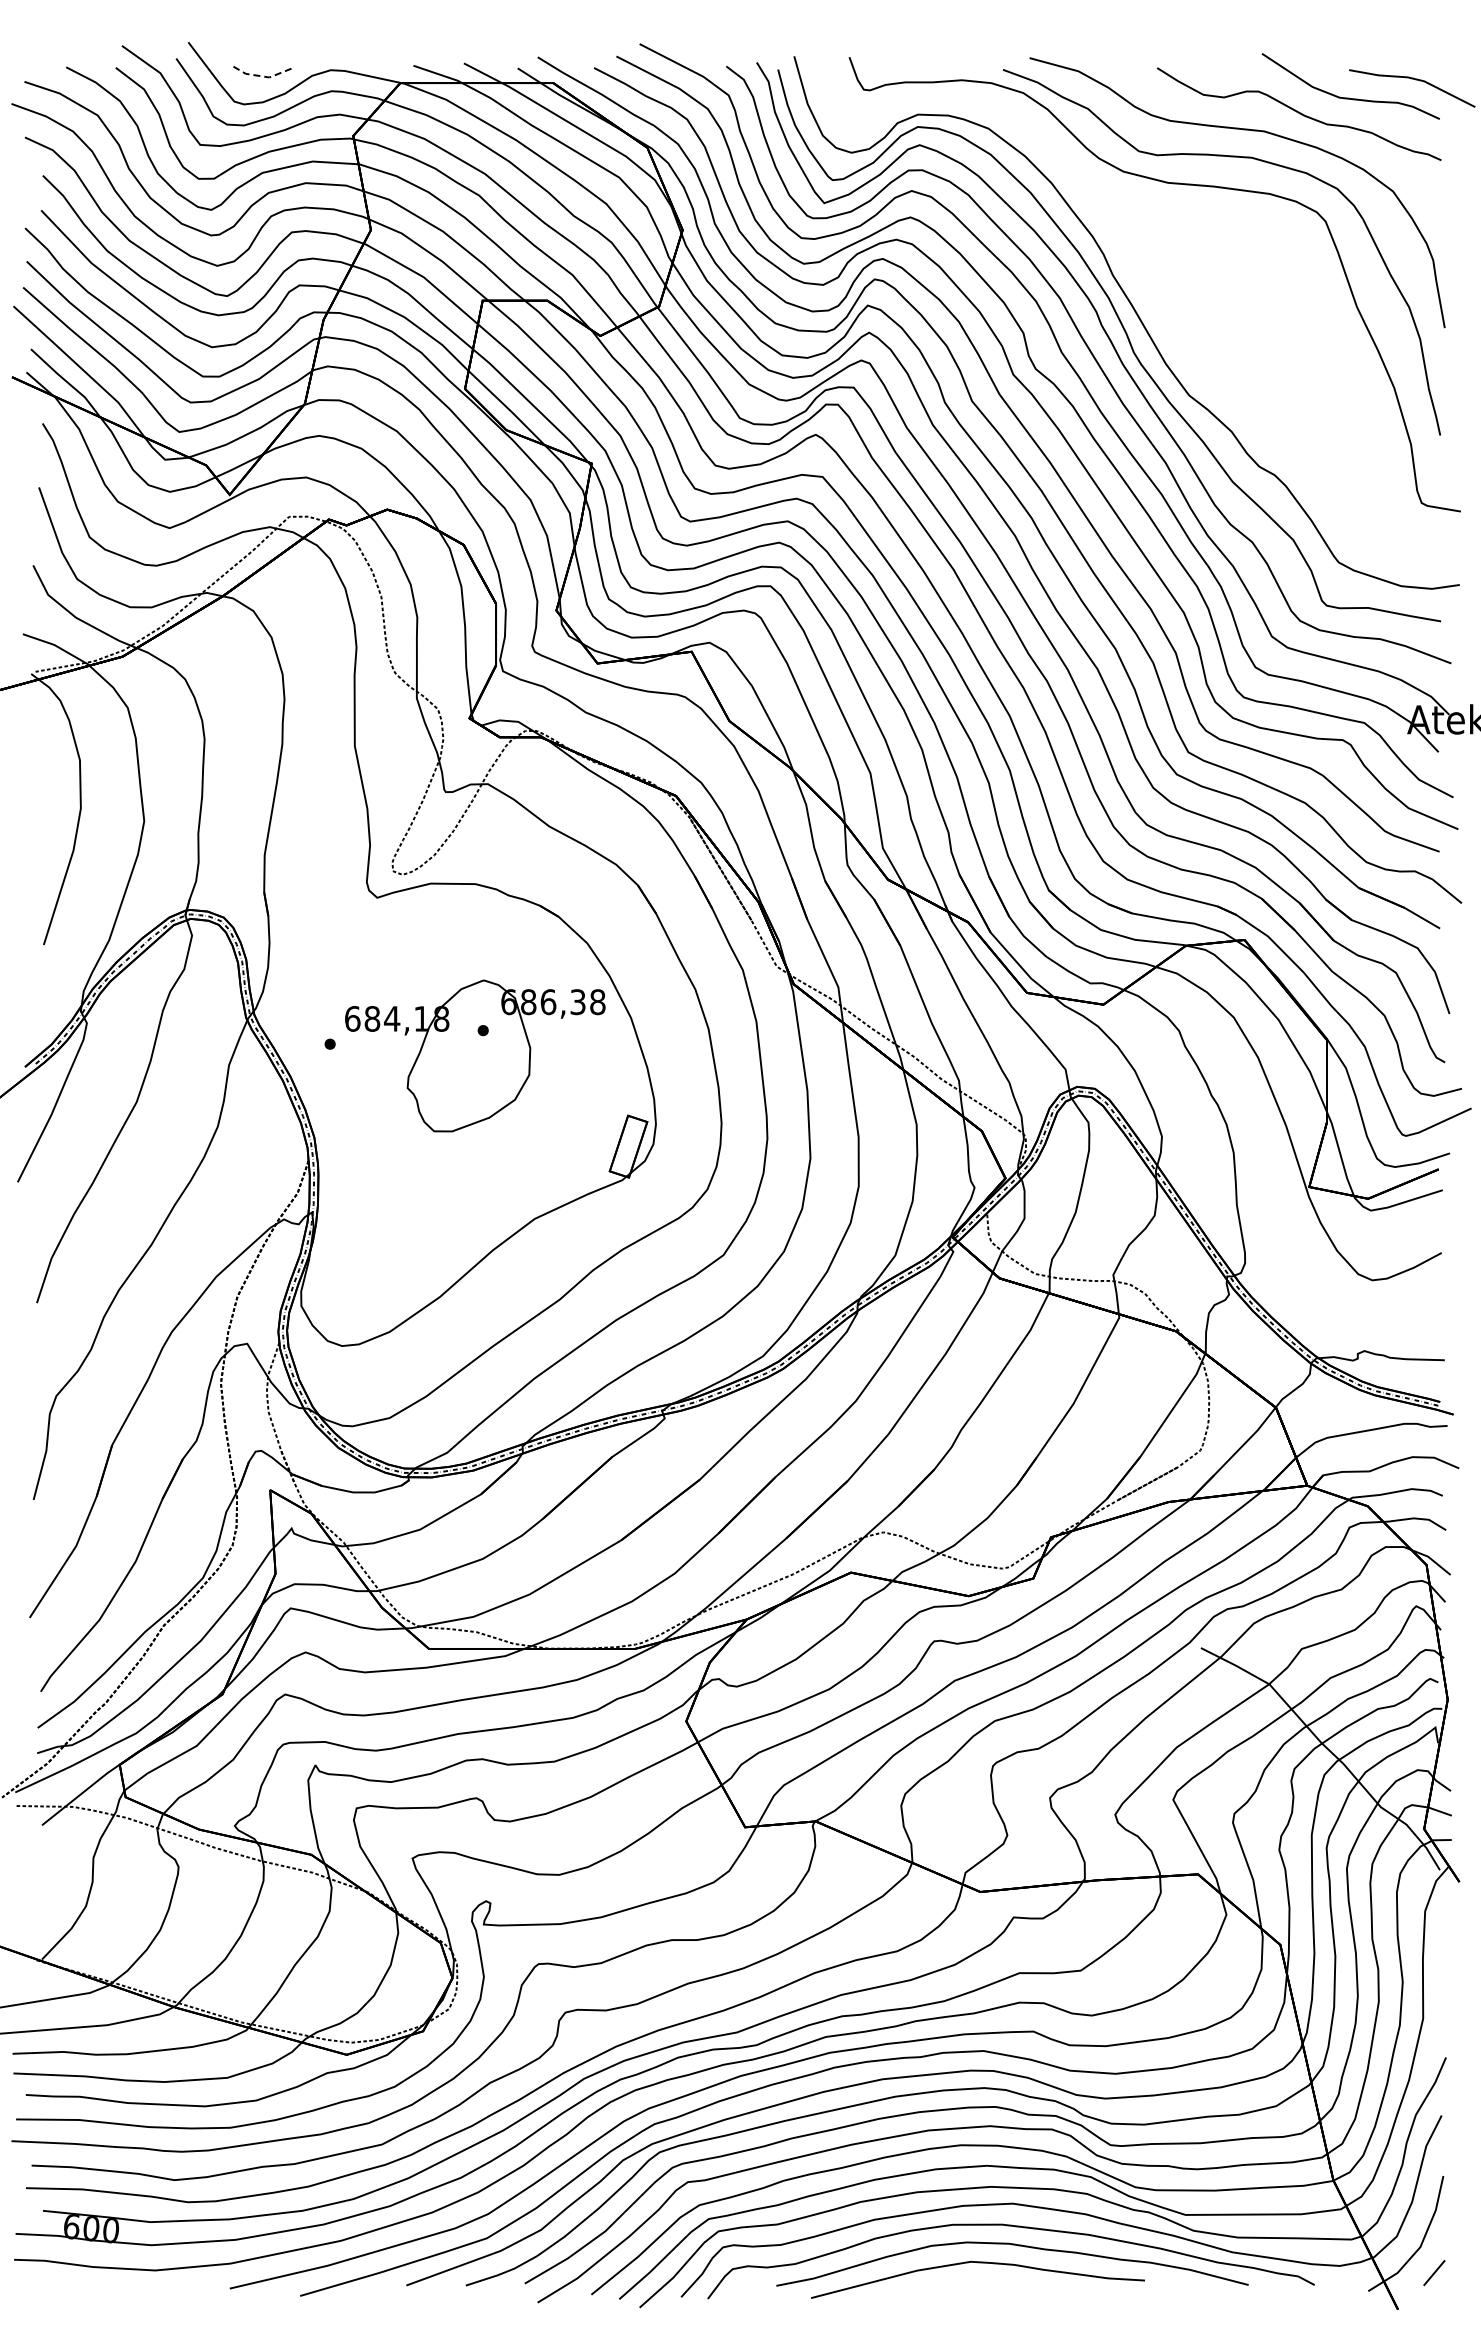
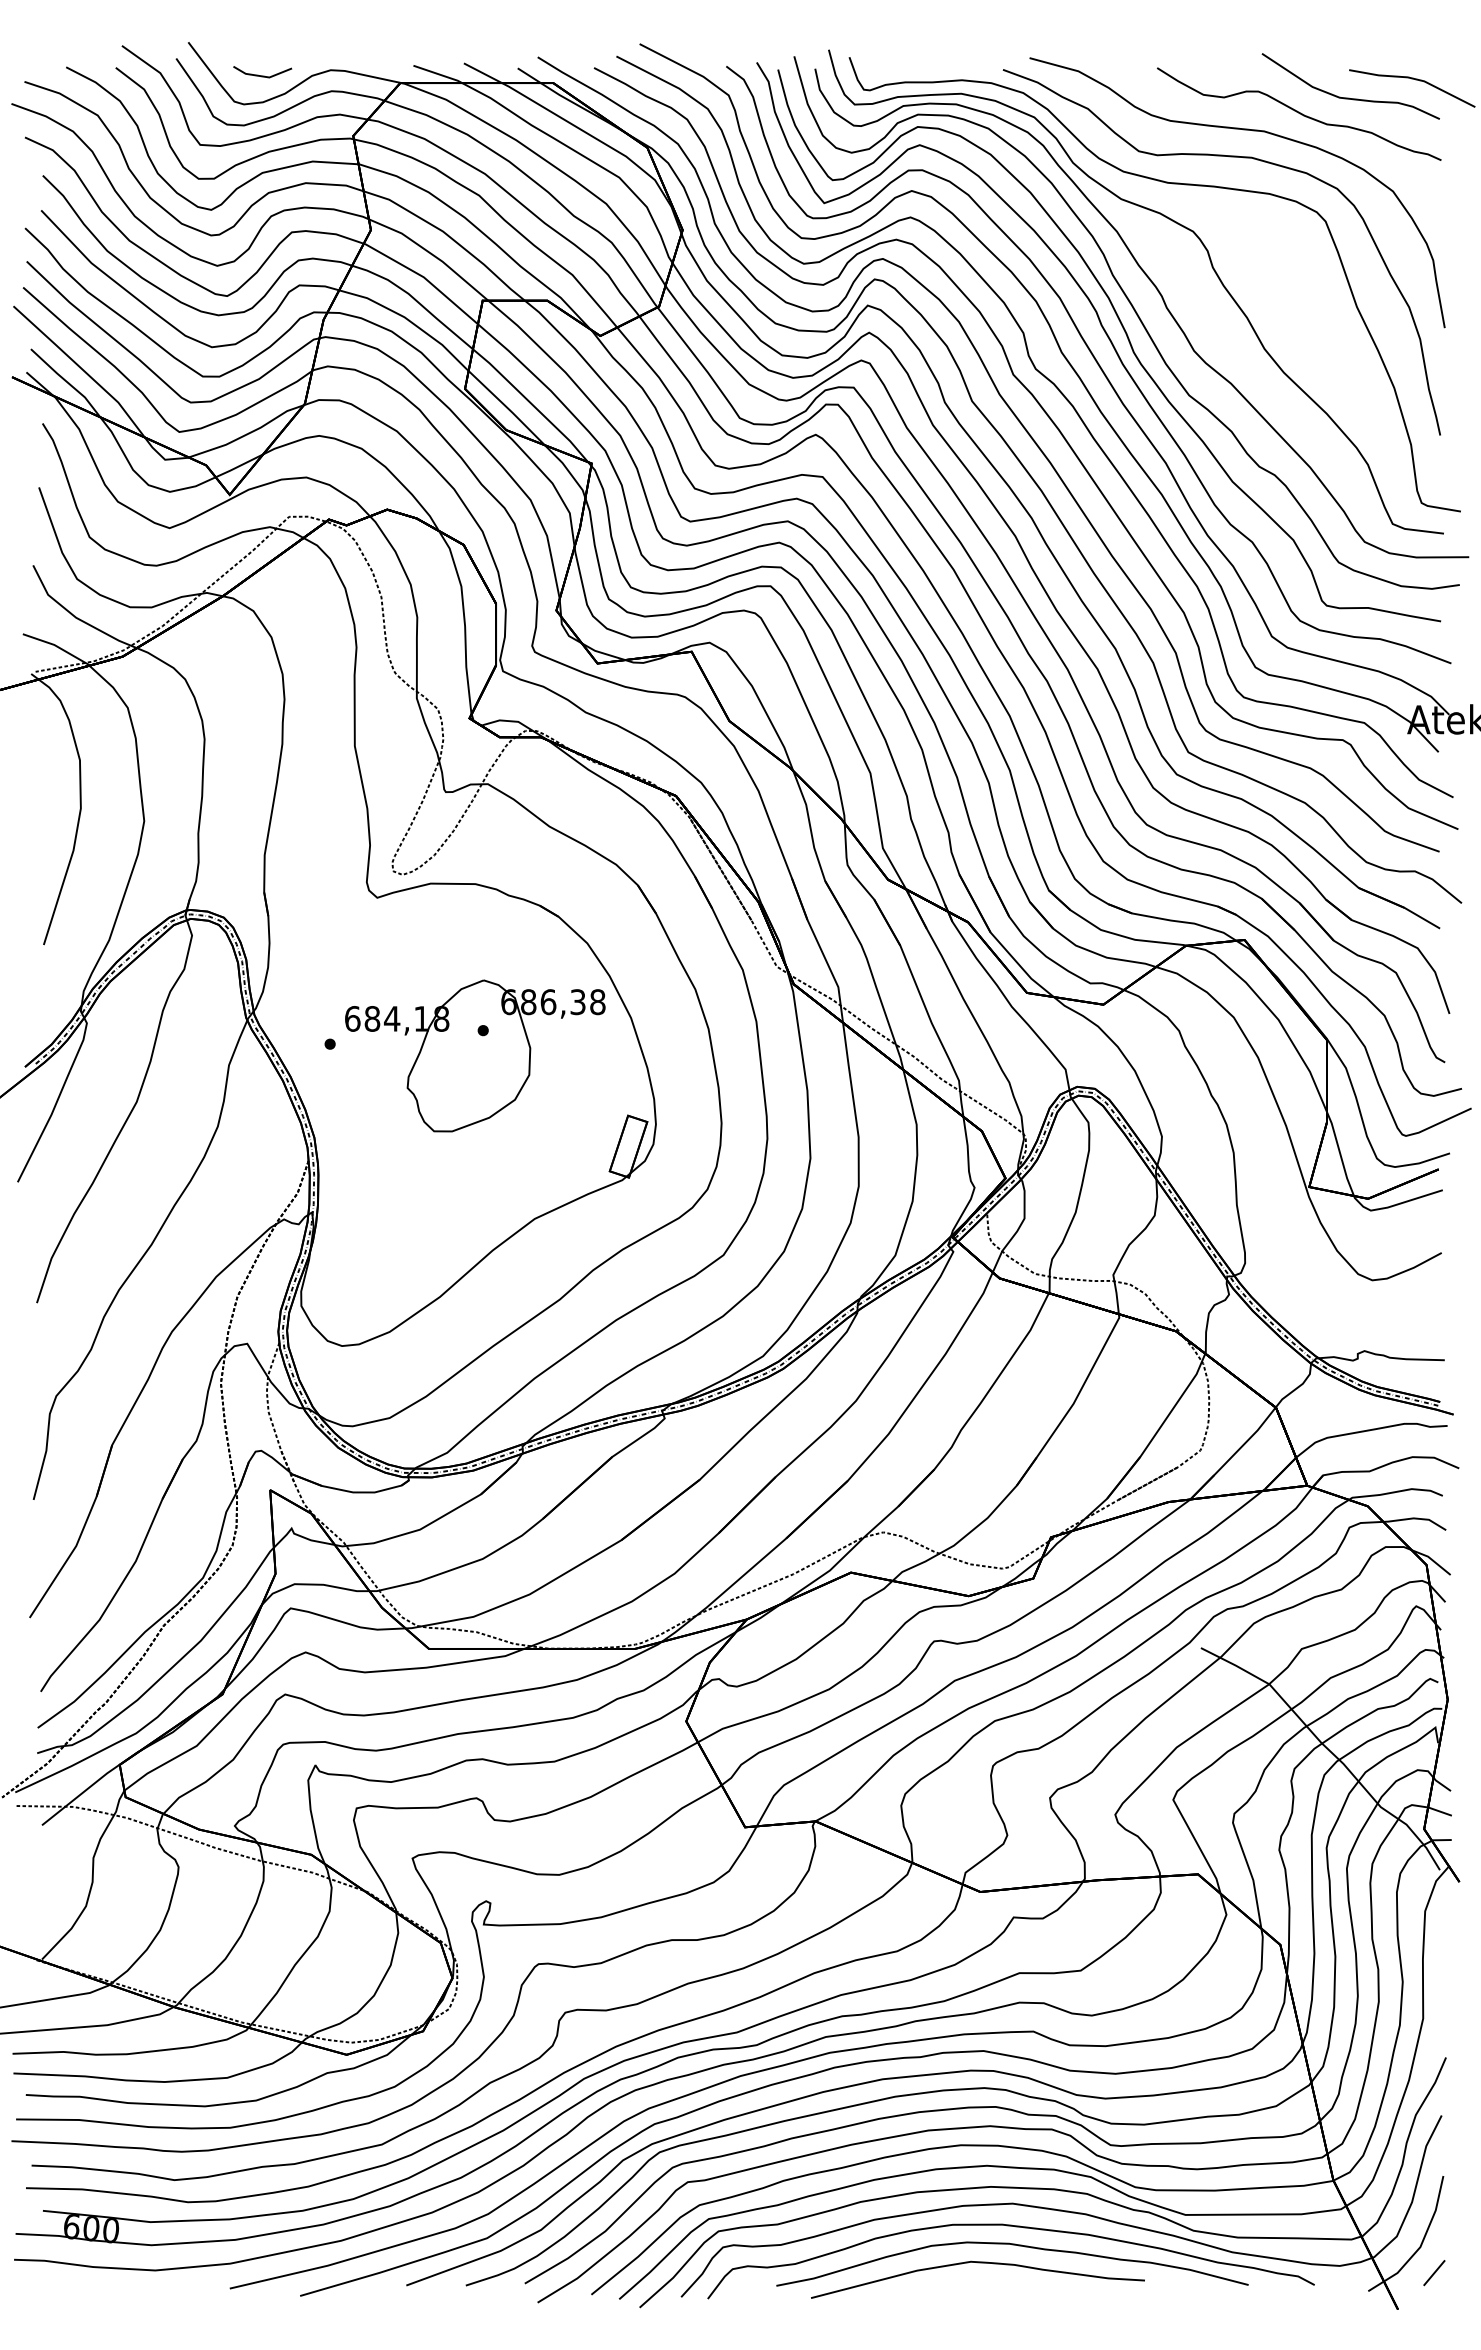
line at (262, 76): dashed -> solid
part at (1157, 291): none -> present
